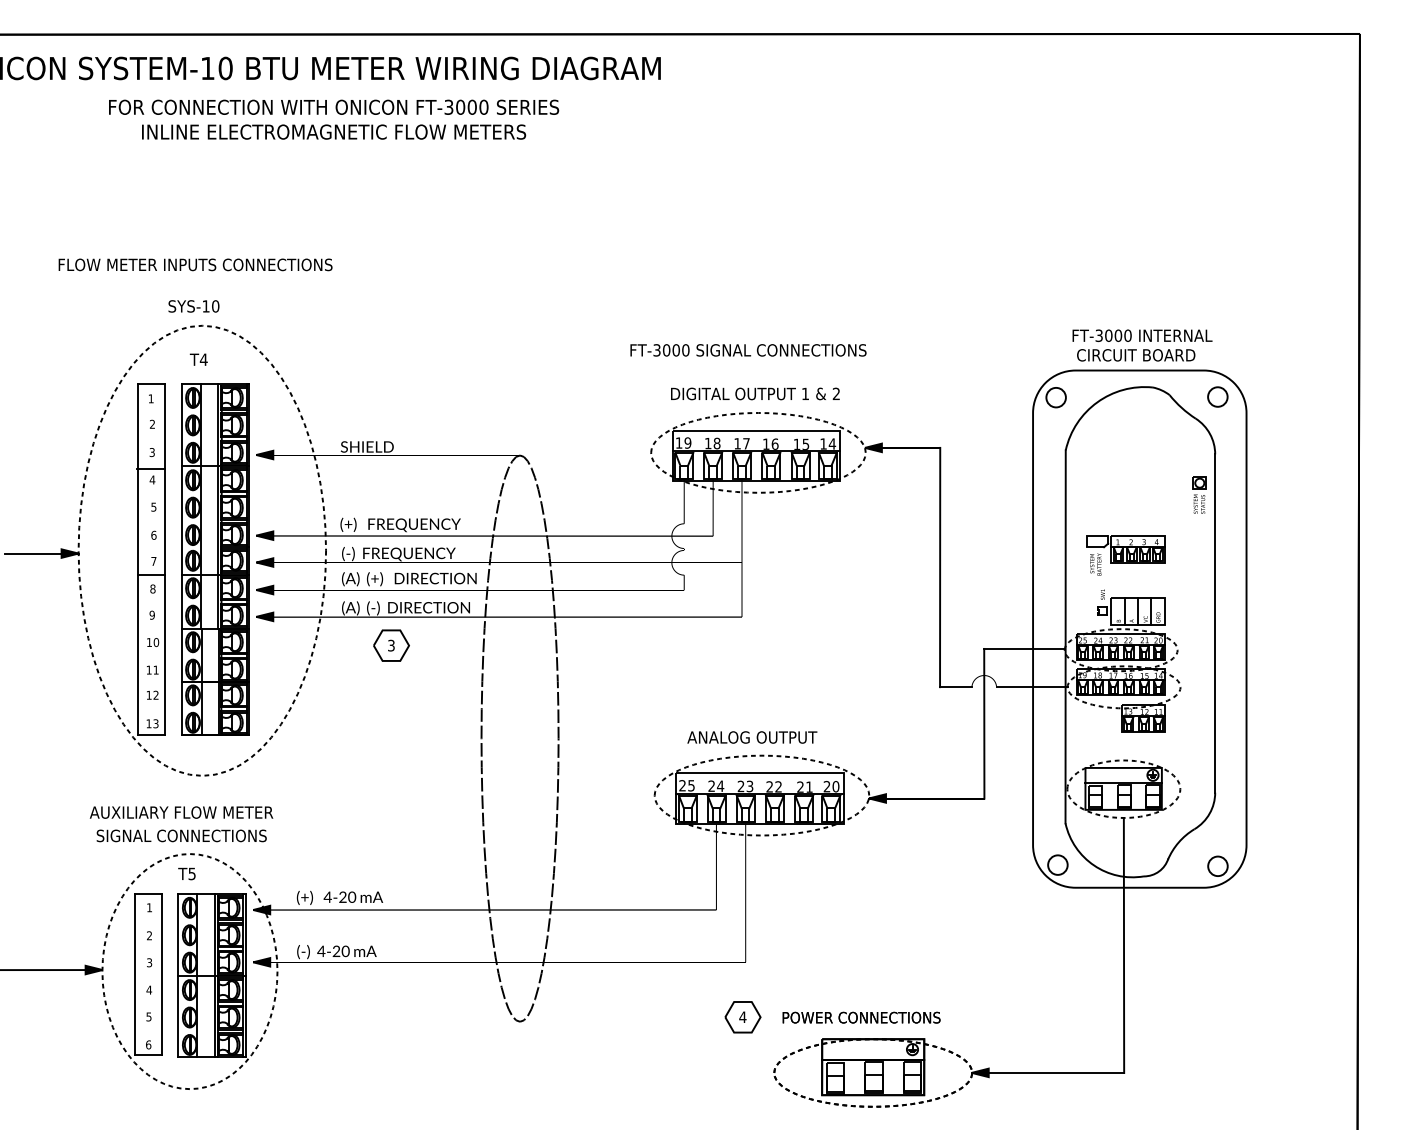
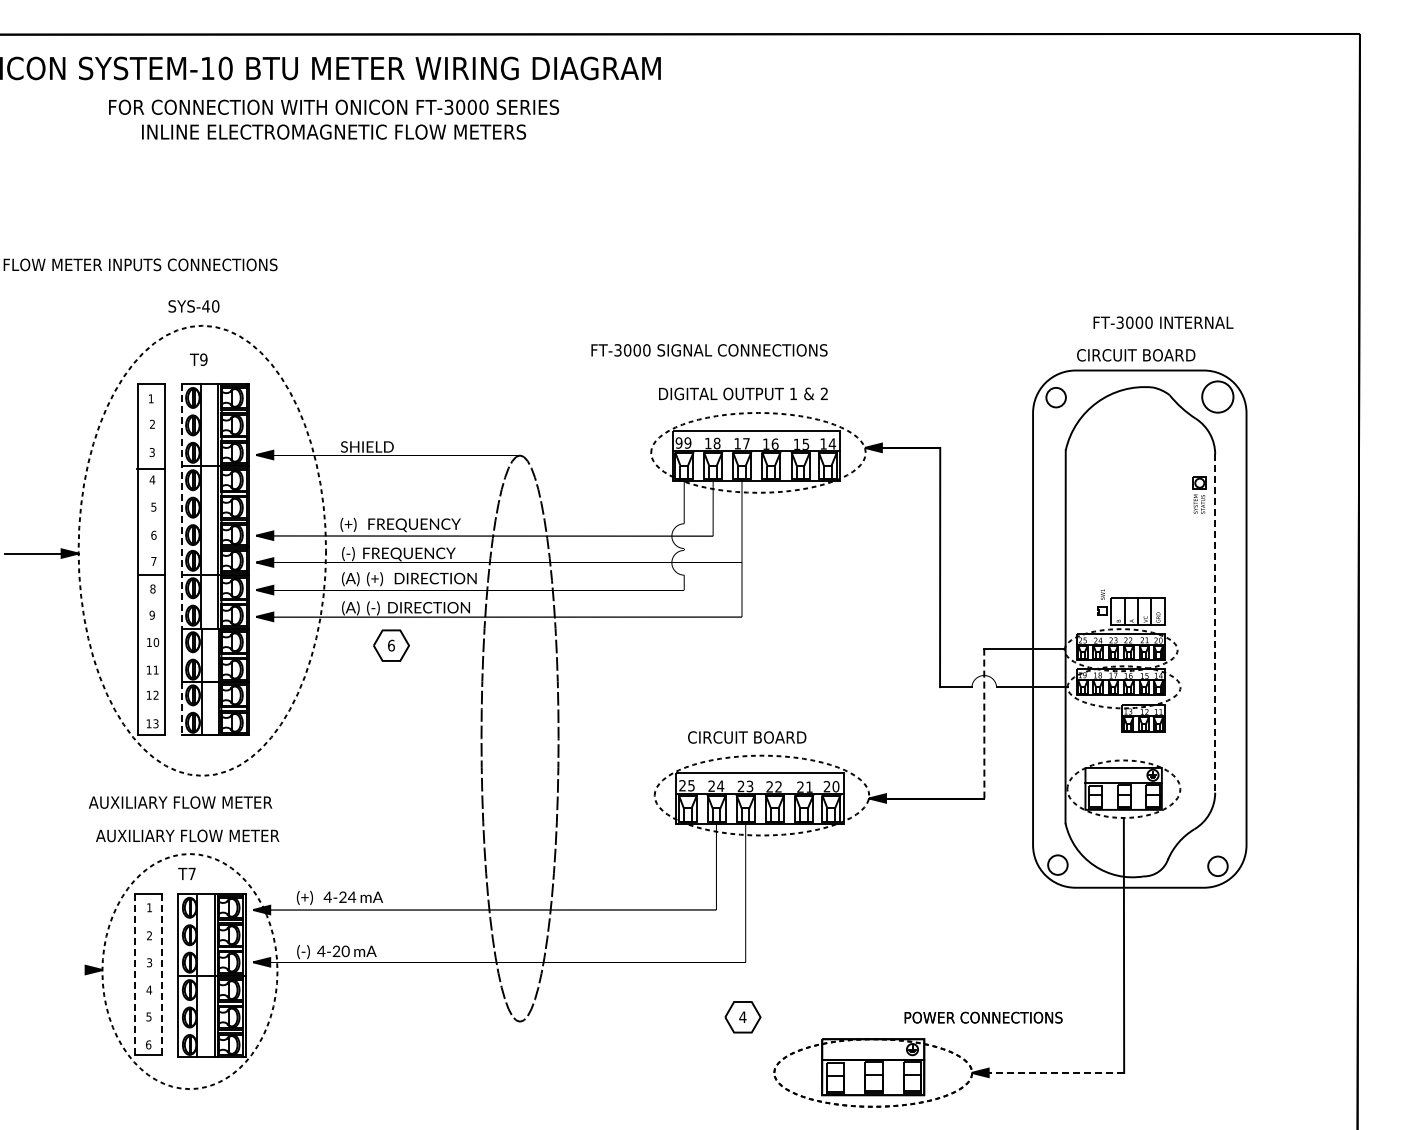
text at (195, 264) position: (195, 264) -> (140, 264)
text at (205, 306): SYS-10 -> SYS-40
text at (1142, 335) position: (1142, 335) -> (1163, 322)
text at (748, 350) position: (748, 350) -> (709, 350)
text at (203, 359): T4 -> T9
text at (755, 393) position: (755, 393) -> (743, 393)
circle at (1217, 396) diameter: 20 px -> 31 px
text at (678, 442): 19 -> 99
line at (181, 506): solid -> dashed
part at (1125, 555): present -> none
line at (1215, 624): solid -> dashed
text at (391, 645): 3 -> 6
line at (181, 708): solid -> dashed
line at (984, 723): solid -> dashed
text at (752, 737): ANALOG OUTPUT -> CIRCUIT BOARD
text at (181, 812) position: (181, 812) -> (180, 802)
text at (187, 835): SIGNAL CONNECTIONS -> AUXILIARY FLOW METER
text at (191, 873): T5 -> T7
text at (351, 896): 4-20 -> 4-24
line at (43, 970): present -> none
line at (134, 974): solid -> dashed
line at (161, 974): solid -> dashed
text at (861, 1017) position: (861, 1017) -> (983, 1017)
line at (1047, 1073): solid -> dashed
